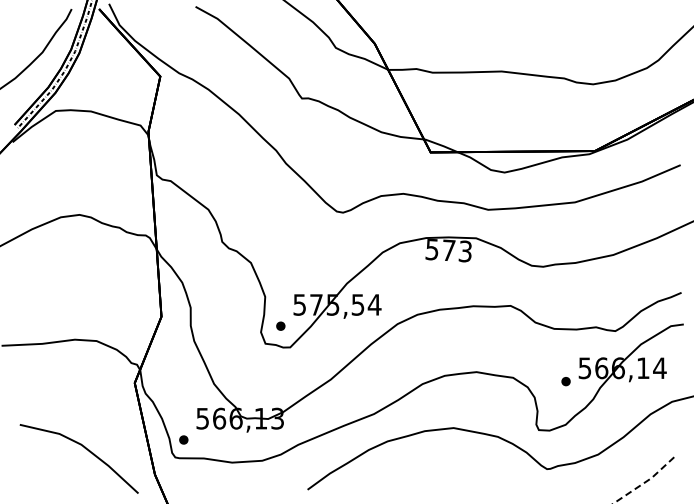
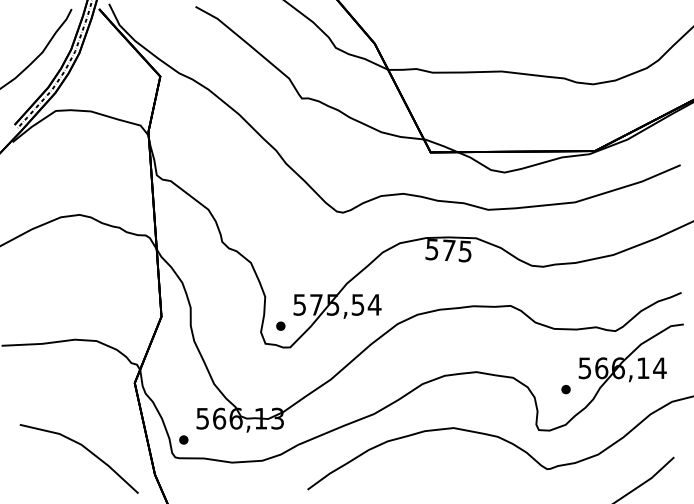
text at (465, 250): 573 -> 575
part at (565, 381) position: (565, 381) -> (565, 389)
line at (645, 482): dashed -> solid
